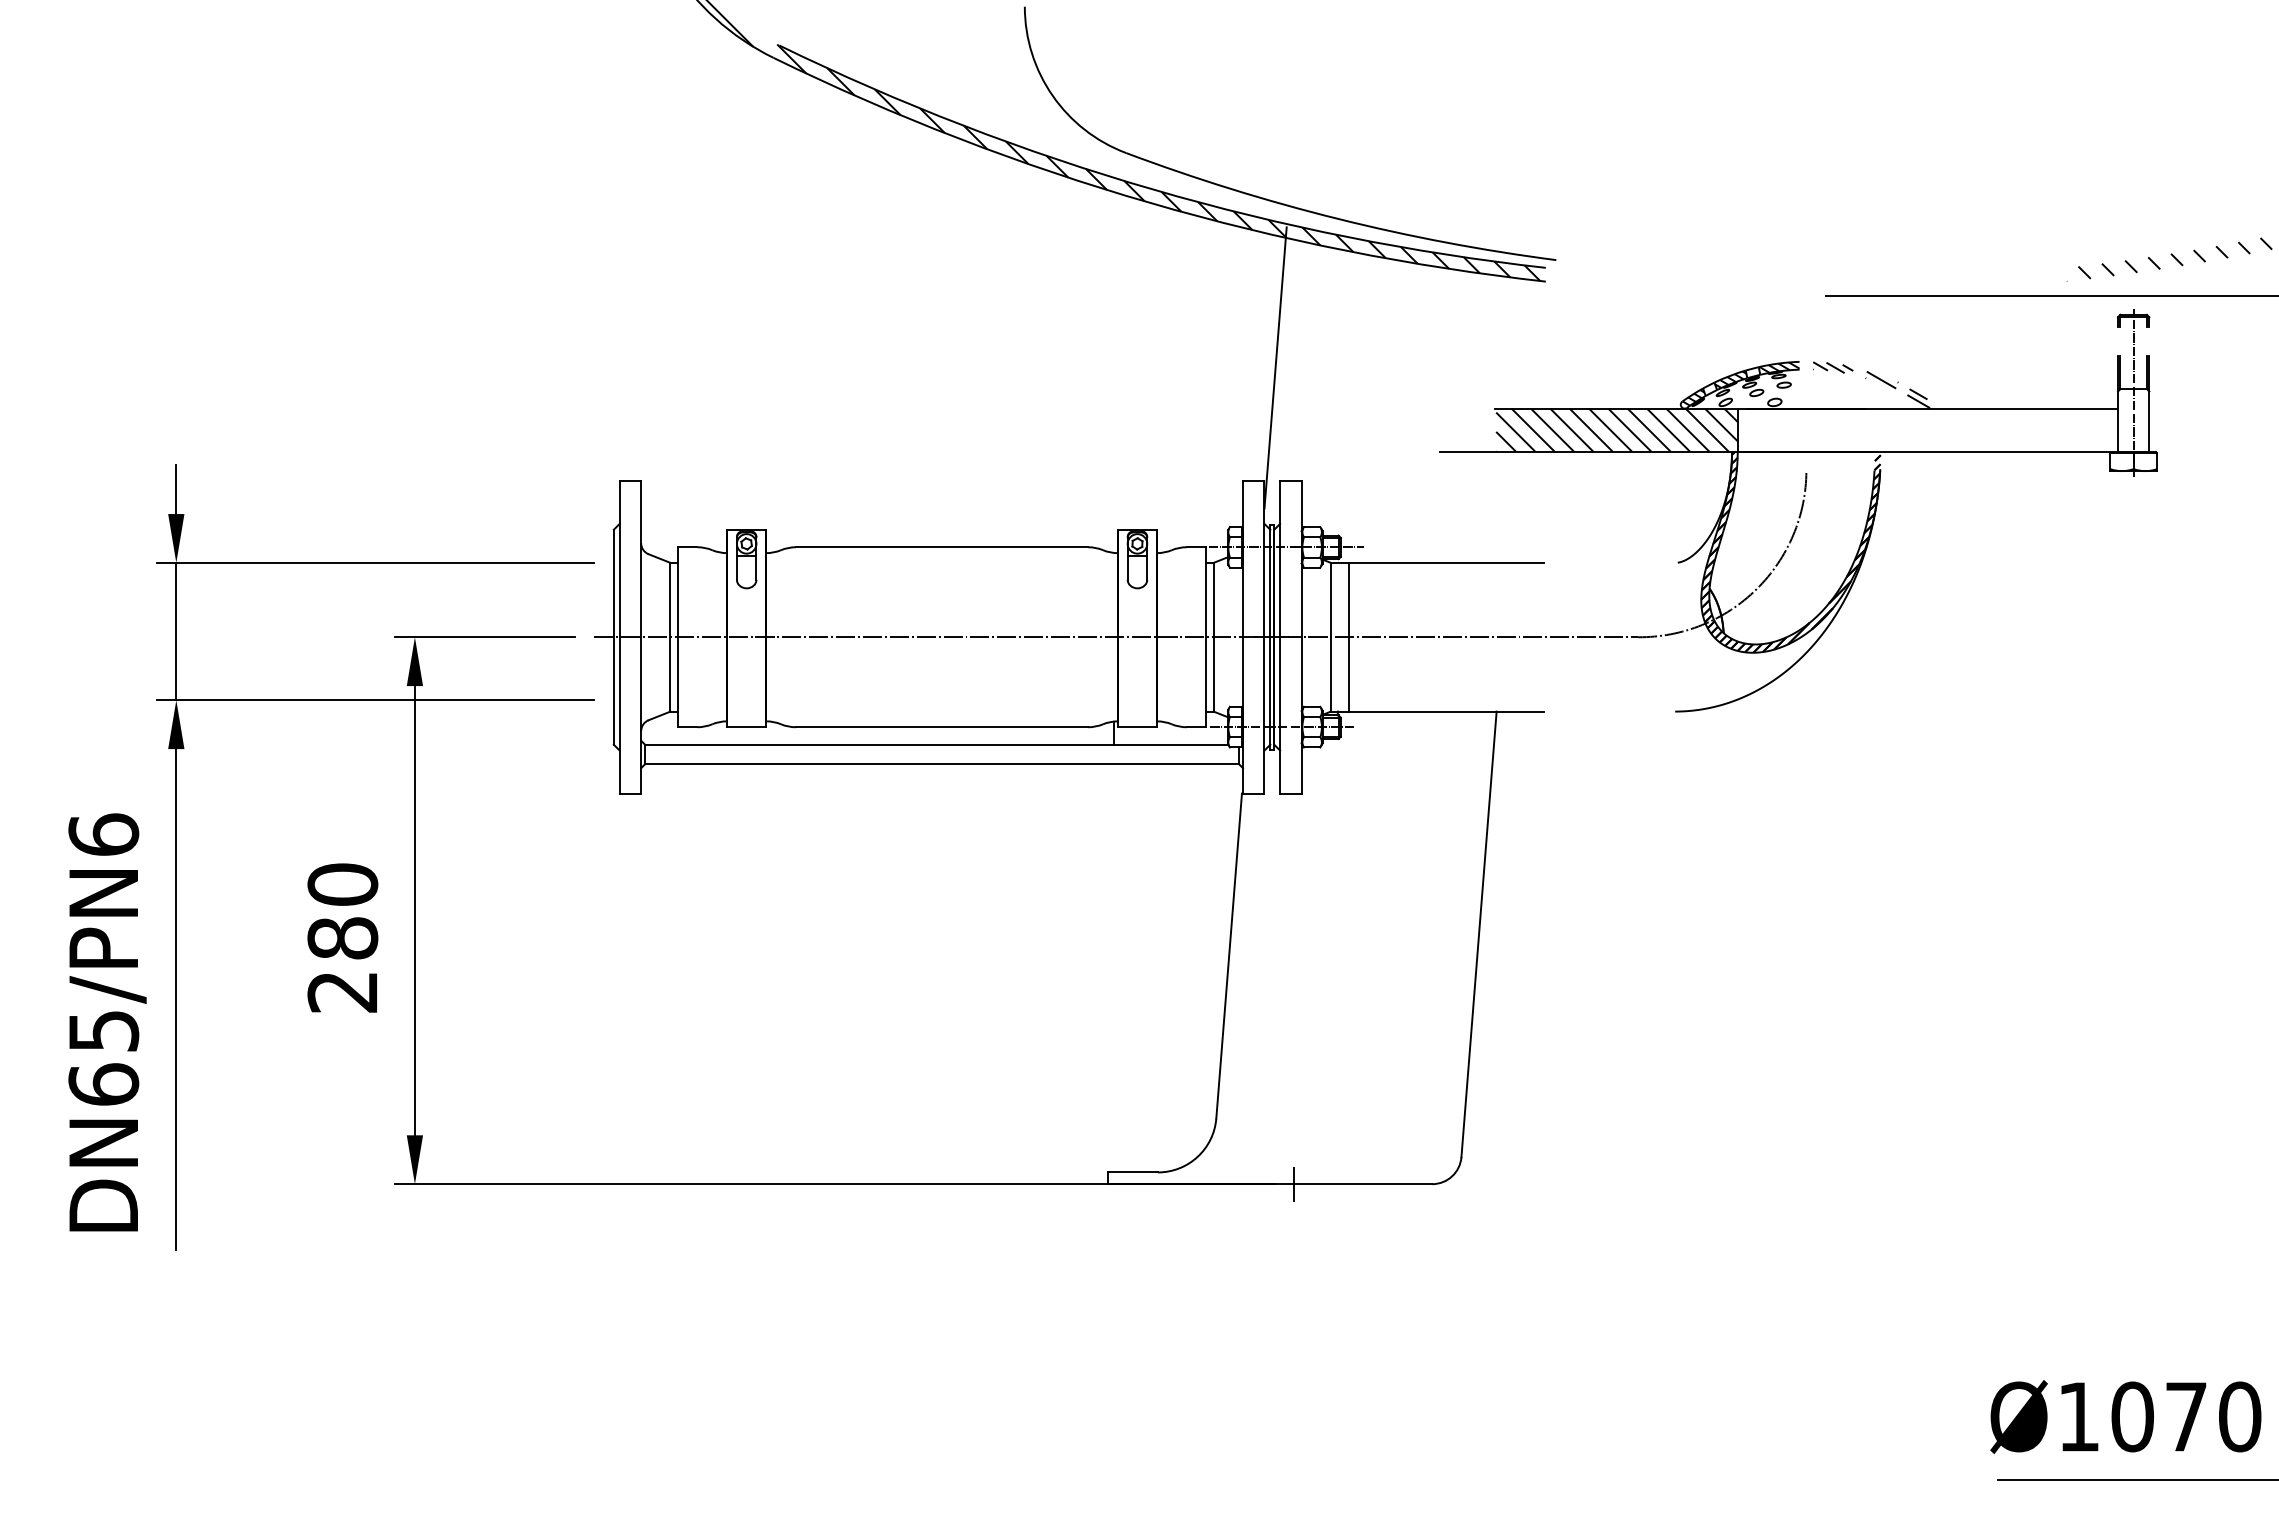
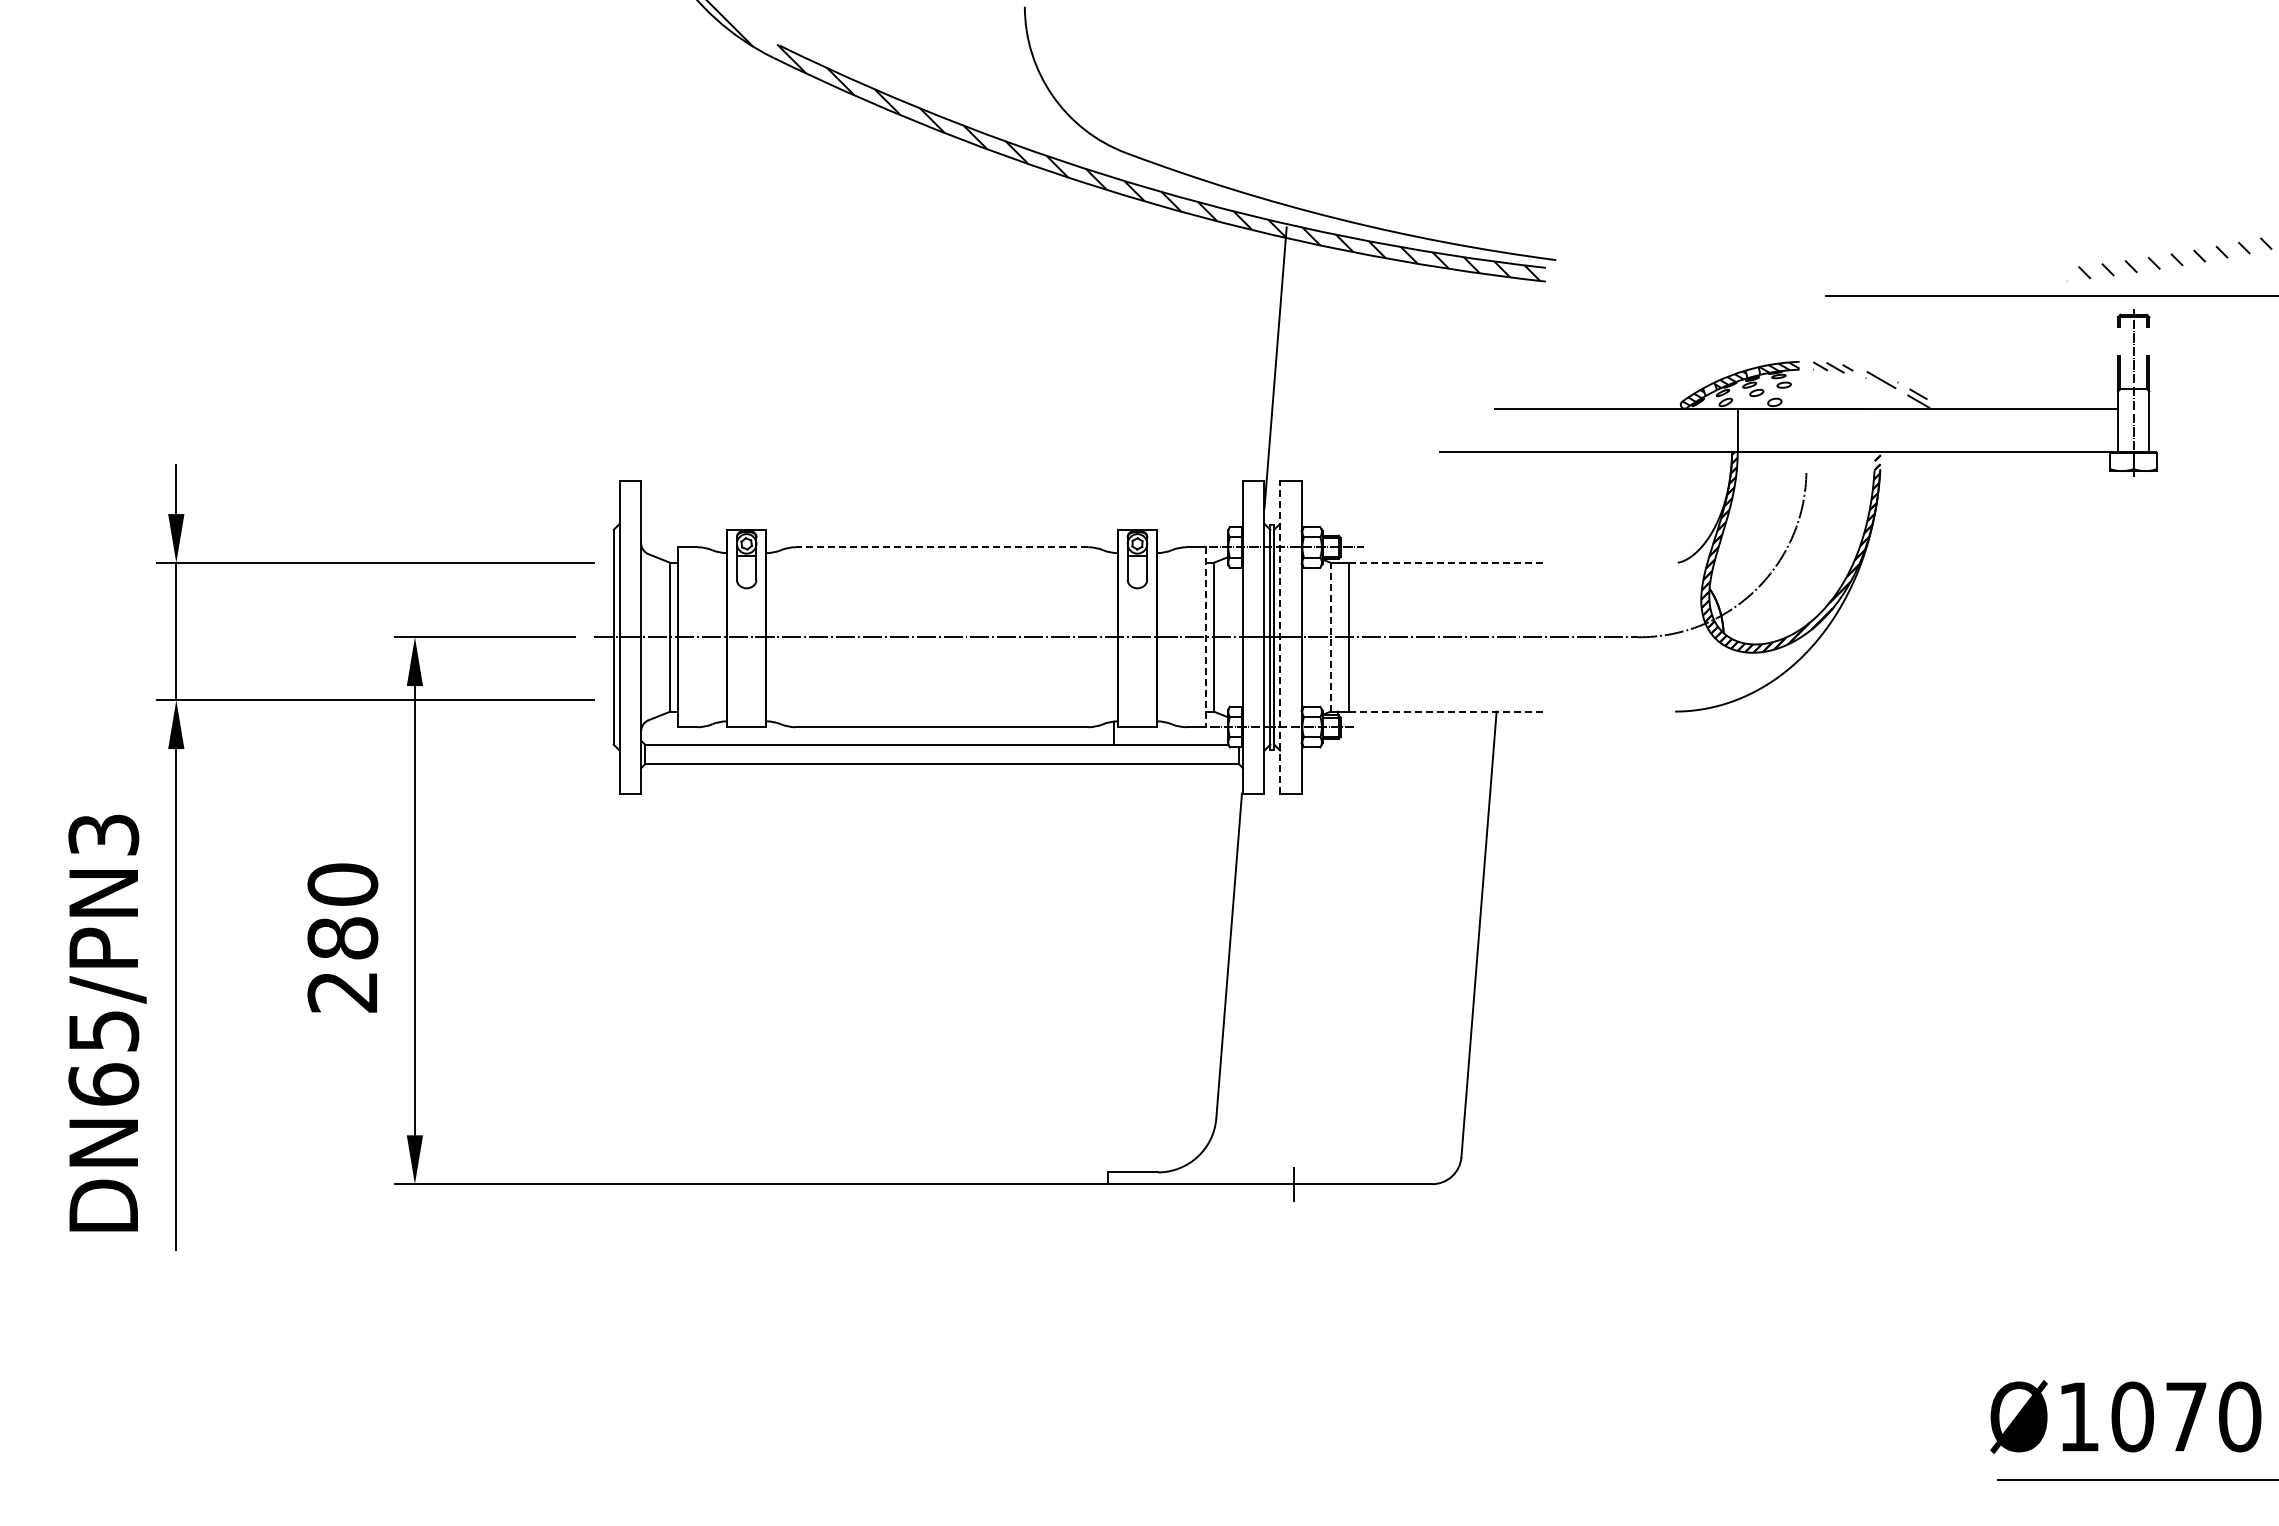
hatch at (1617, 429): present -> none
line at (941, 547): solid -> dashed
line at (1446, 562): solid -> dashed
line at (1280, 636): solid -> dashed
line at (1330, 636): solid -> dashed
line at (1205, 637): solid -> dashed
line at (1446, 711): solid -> dashed
text at (103, 834): DN65/PN6 -> DN65/PN3
